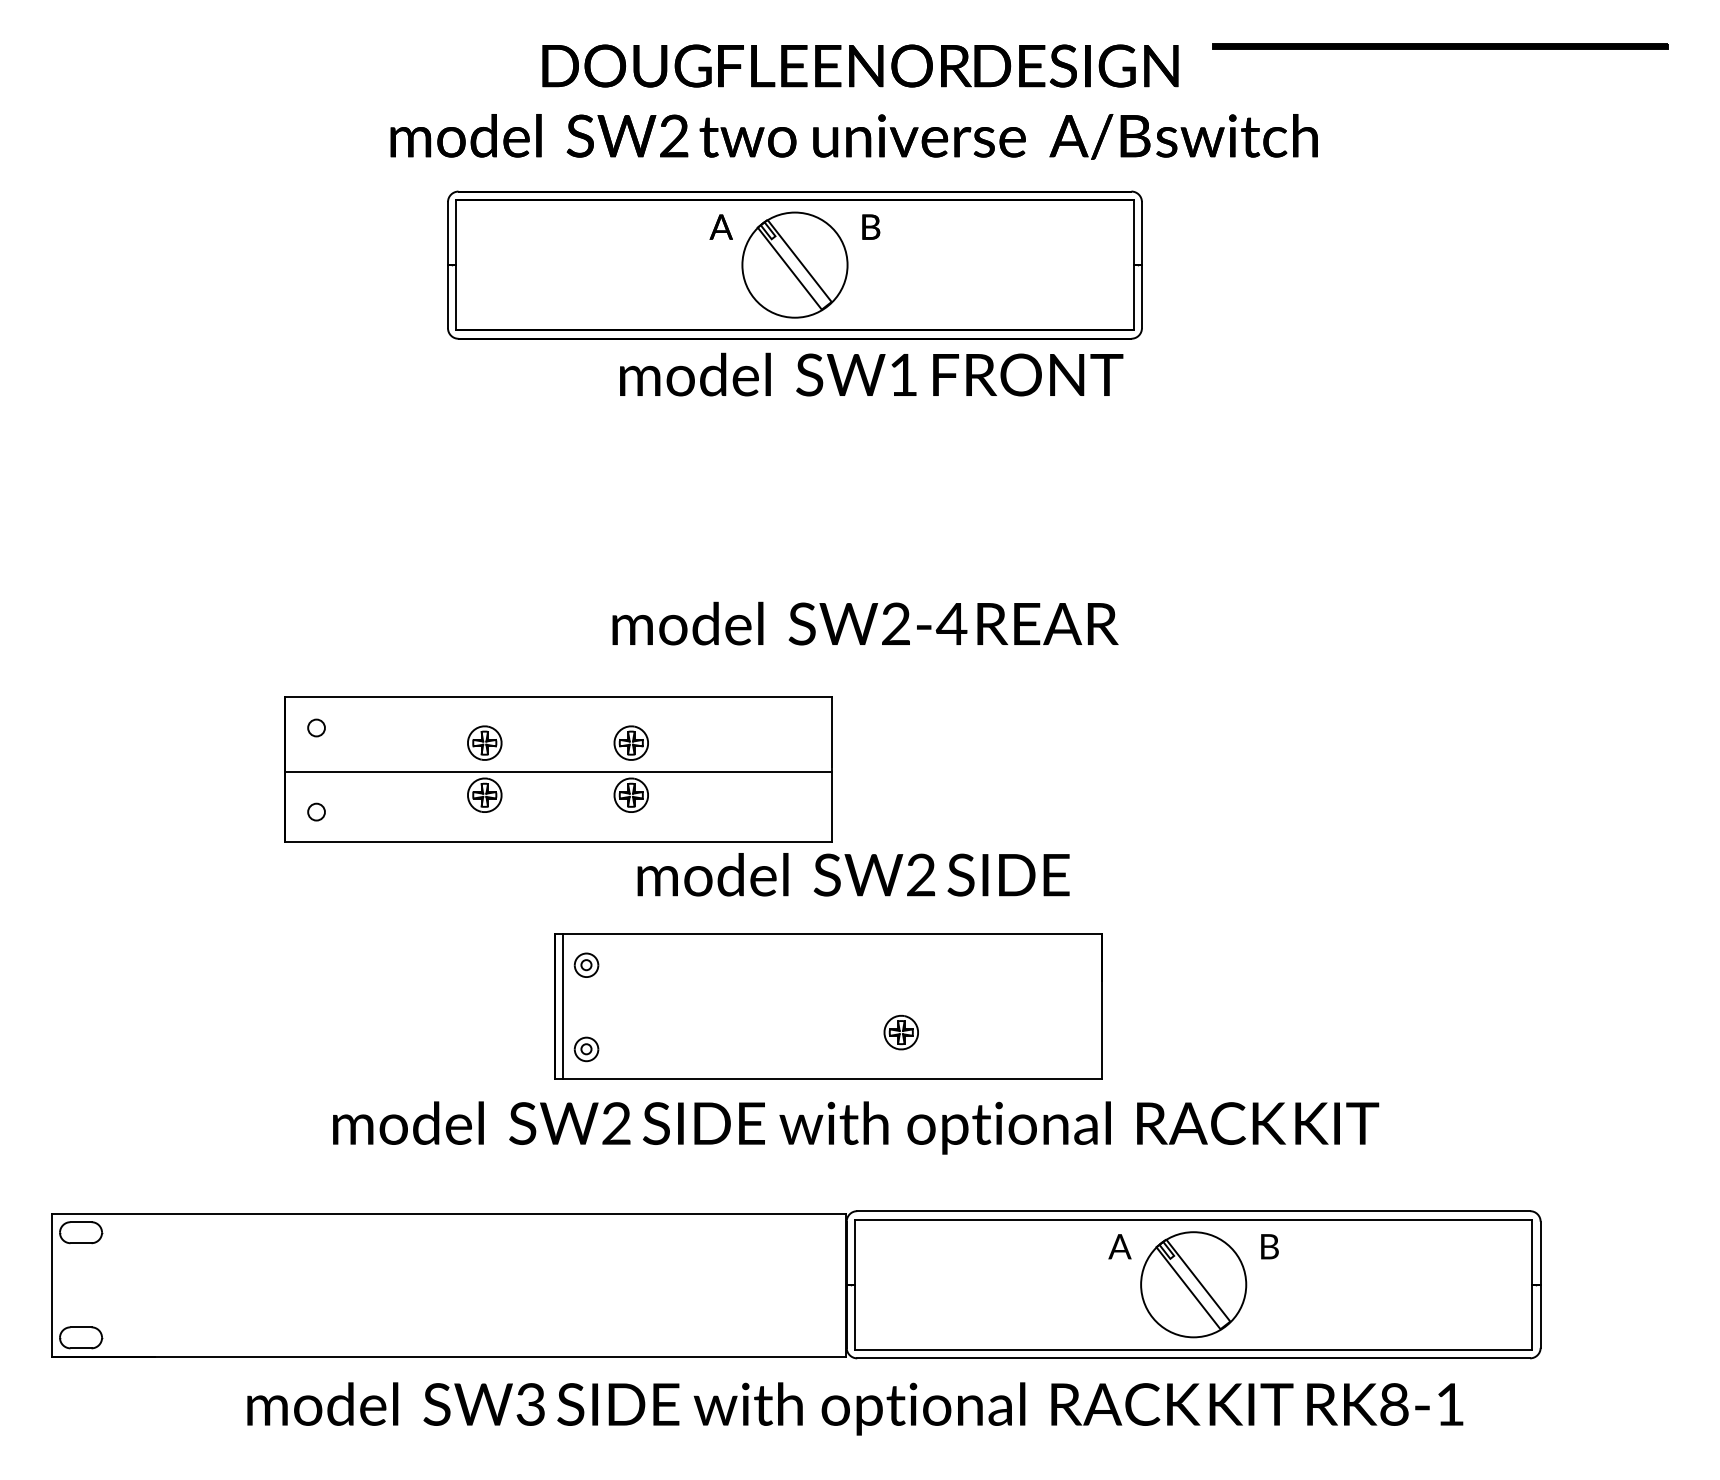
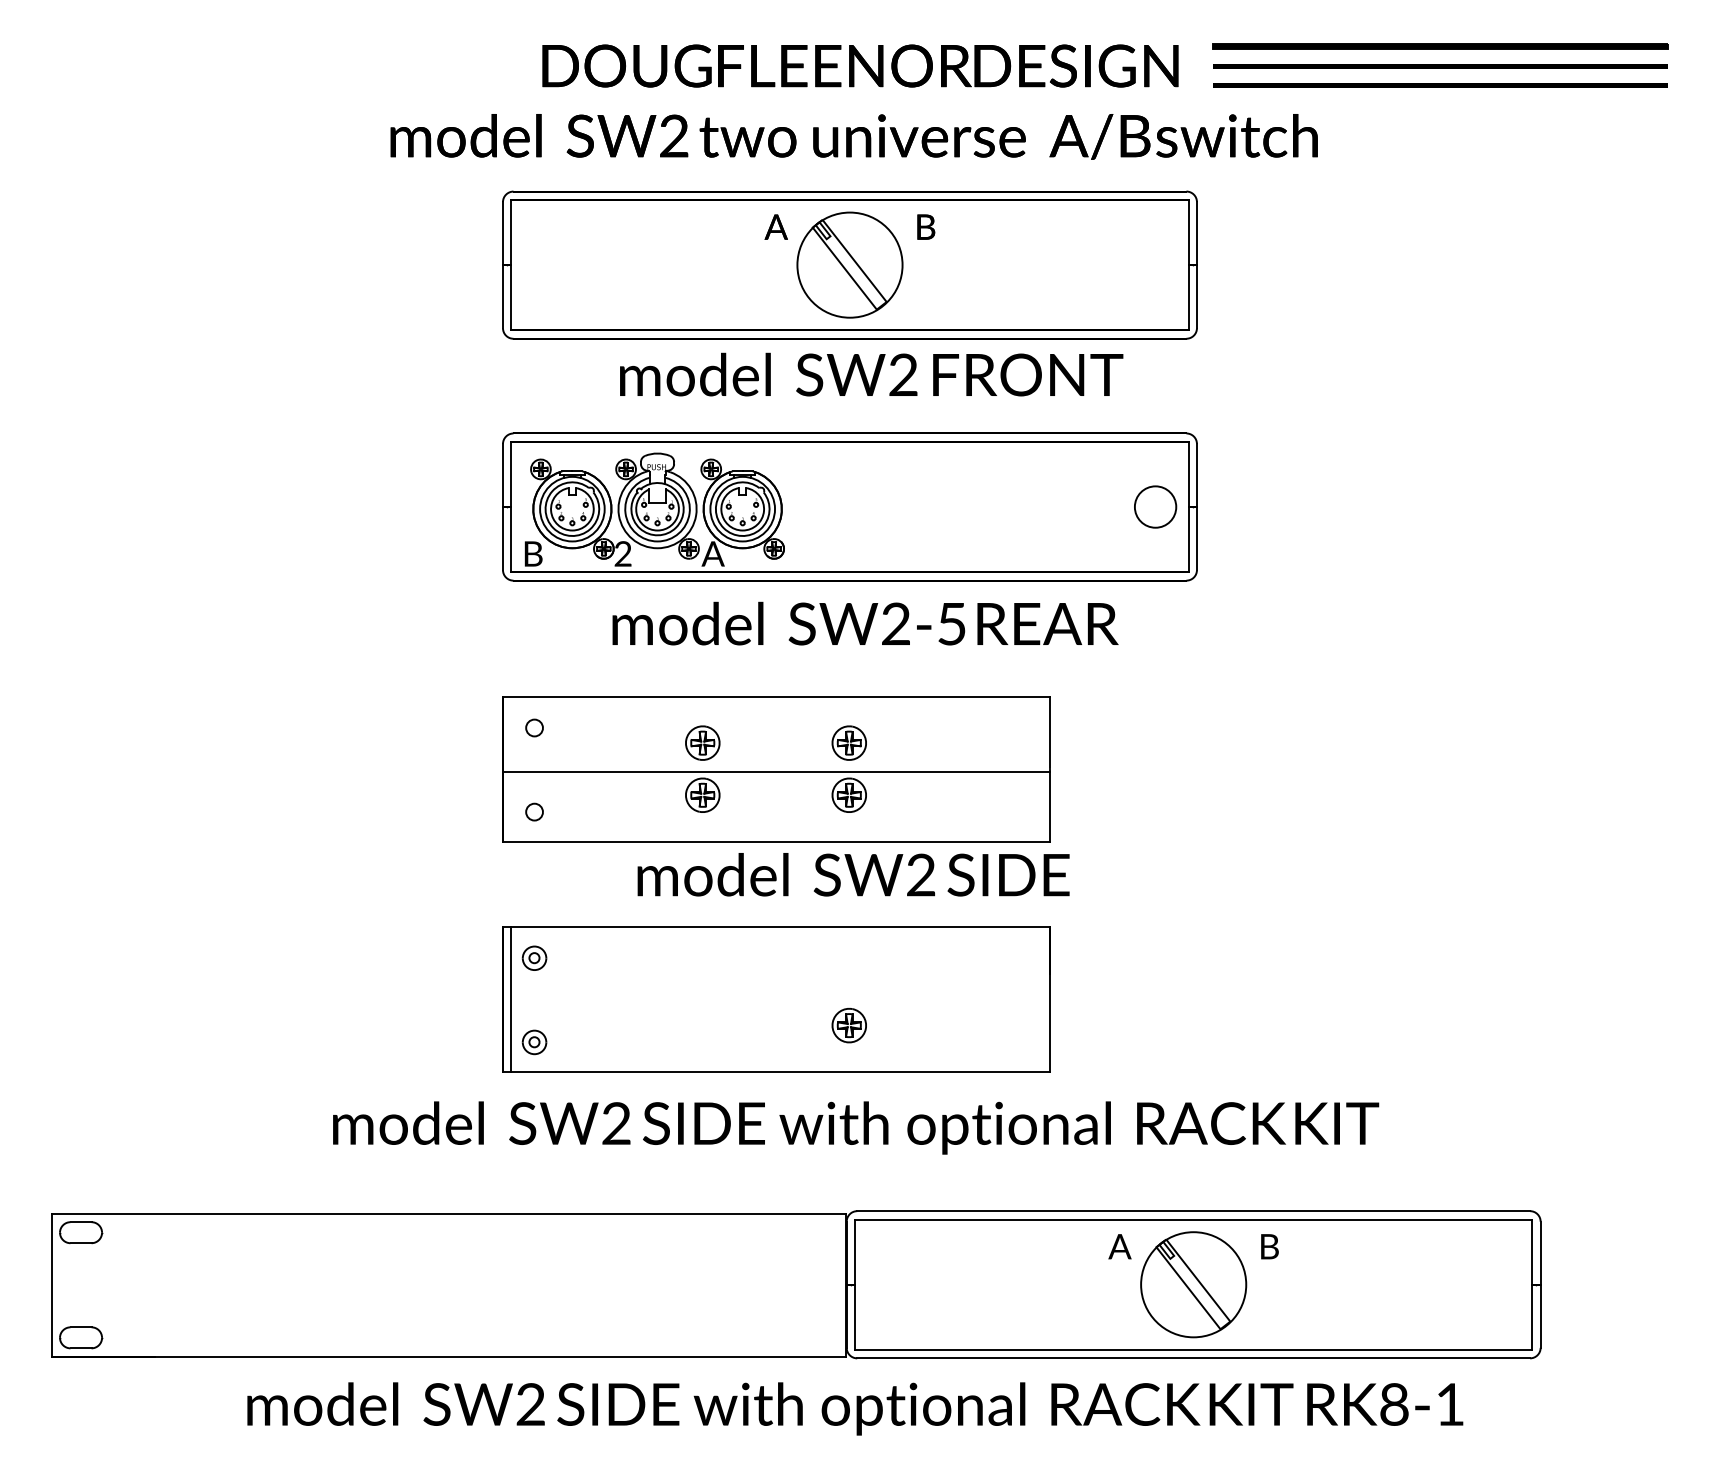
fill at (1440, 65): none -> present
fill at (1440, 84): none -> present
part at (794, 264) position: (794, 264) -> (849, 264)
text at (903, 374): SW1 -> SW2
part at (849, 506): none -> present
text at (951, 624): SW2-4 -> SW2-5
part at (558, 769) position: (558, 769) -> (776, 769)
part at (828, 1006) position: (828, 1006) -> (776, 999)
text at (530, 1404): SW3 -> SW2
